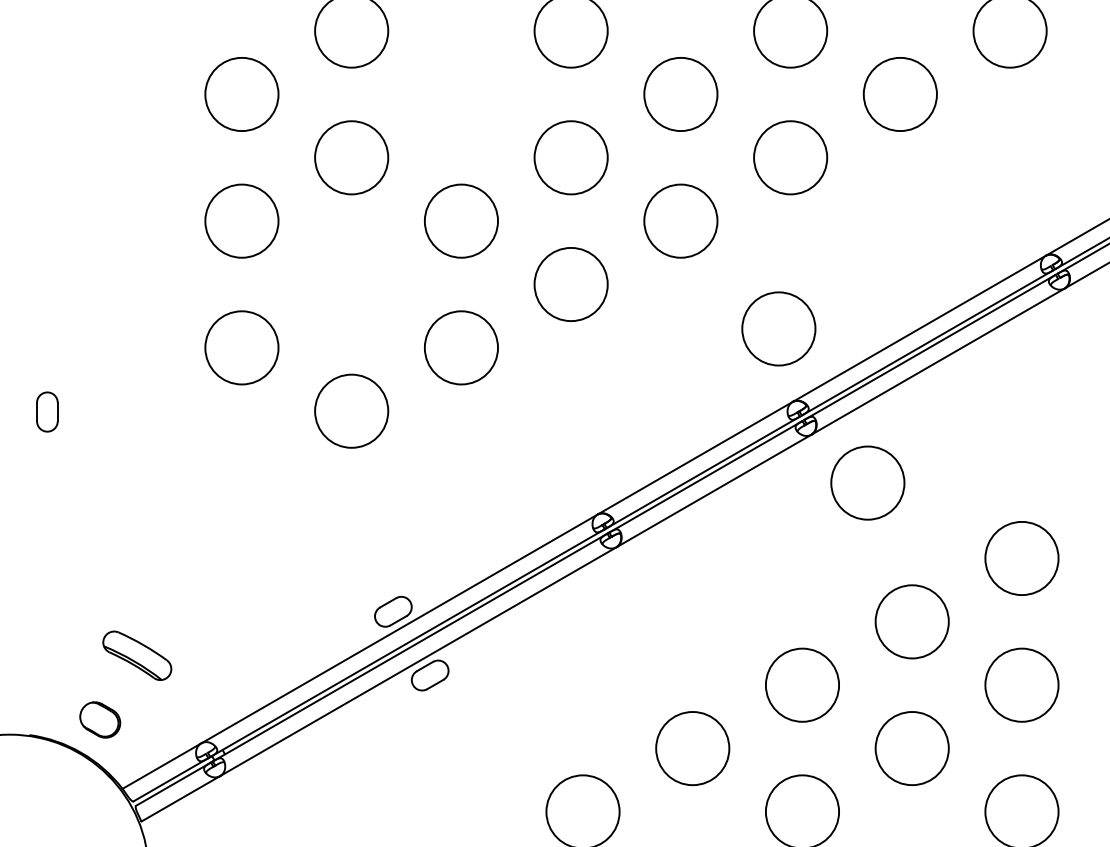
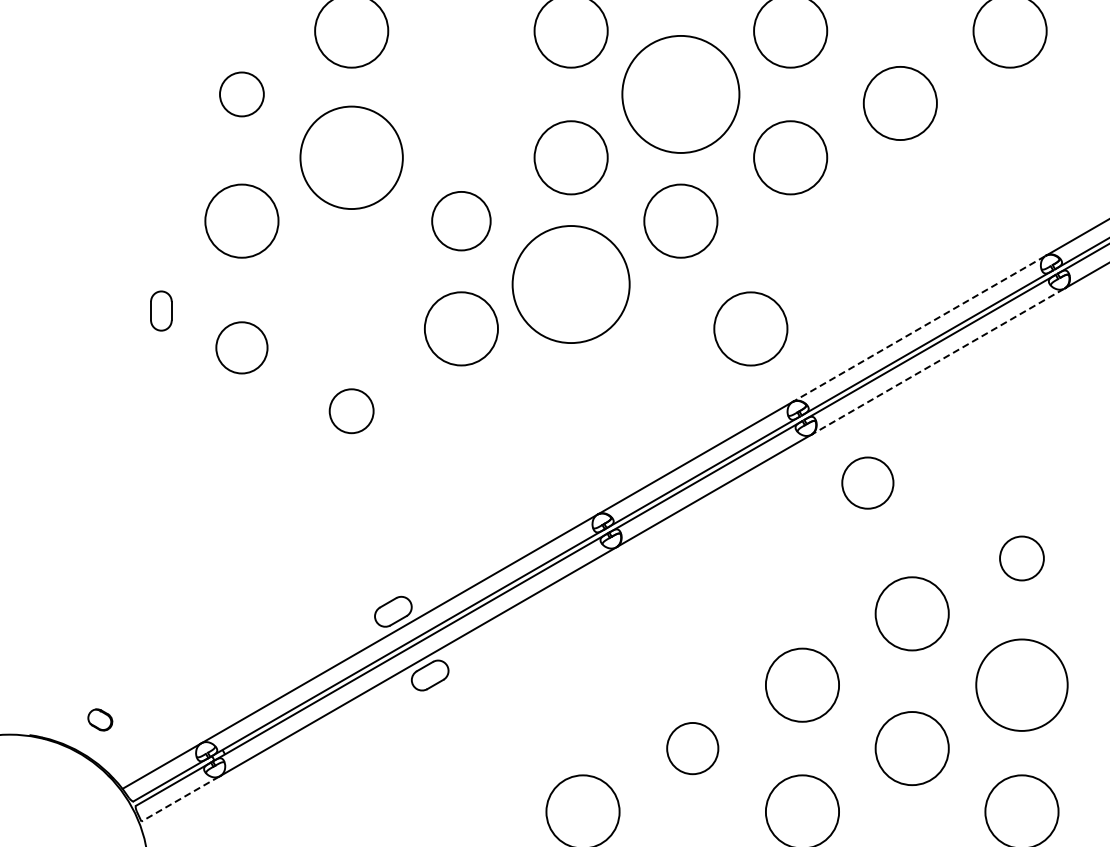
circle at (241, 94) diameter: 73 px -> 44 px
circle at (680, 94) diameter: 73 px -> 117 px
circle at (899, 94) position: (899, 94) -> (899, 103)
circle at (351, 157) diameter: 73 px -> 102 px
circle at (461, 220) diameter: 73 px -> 59 px
circle at (570, 284) diameter: 73 px -> 117 px
circle at (778, 328) position: (778, 328) -> (750, 328)
line at (918, 329): solid -> dashed
circle at (241, 347) diameter: 73 px -> 51 px
circle at (461, 347) position: (461, 347) -> (461, 328)
line at (937, 361): solid -> dashed
circle at (351, 410) diameter: 73 px -> 44 px
part at (47, 411) position: (47, 411) -> (161, 310)
circle at (867, 482) diameter: 73 px -> 51 px
circle at (1021, 558) diameter: 73 px -> 44 px
circle at (911, 621) position: (911, 621) -> (911, 613)
part at (137, 655): present -> none
circle at (1021, 684) diameter: 73 px -> 91 px
part at (100, 719) size: 43x38 px -> 27x24 px
circle at (692, 748) diameter: 73 px -> 51 px
line at (180, 799): solid -> dashed
